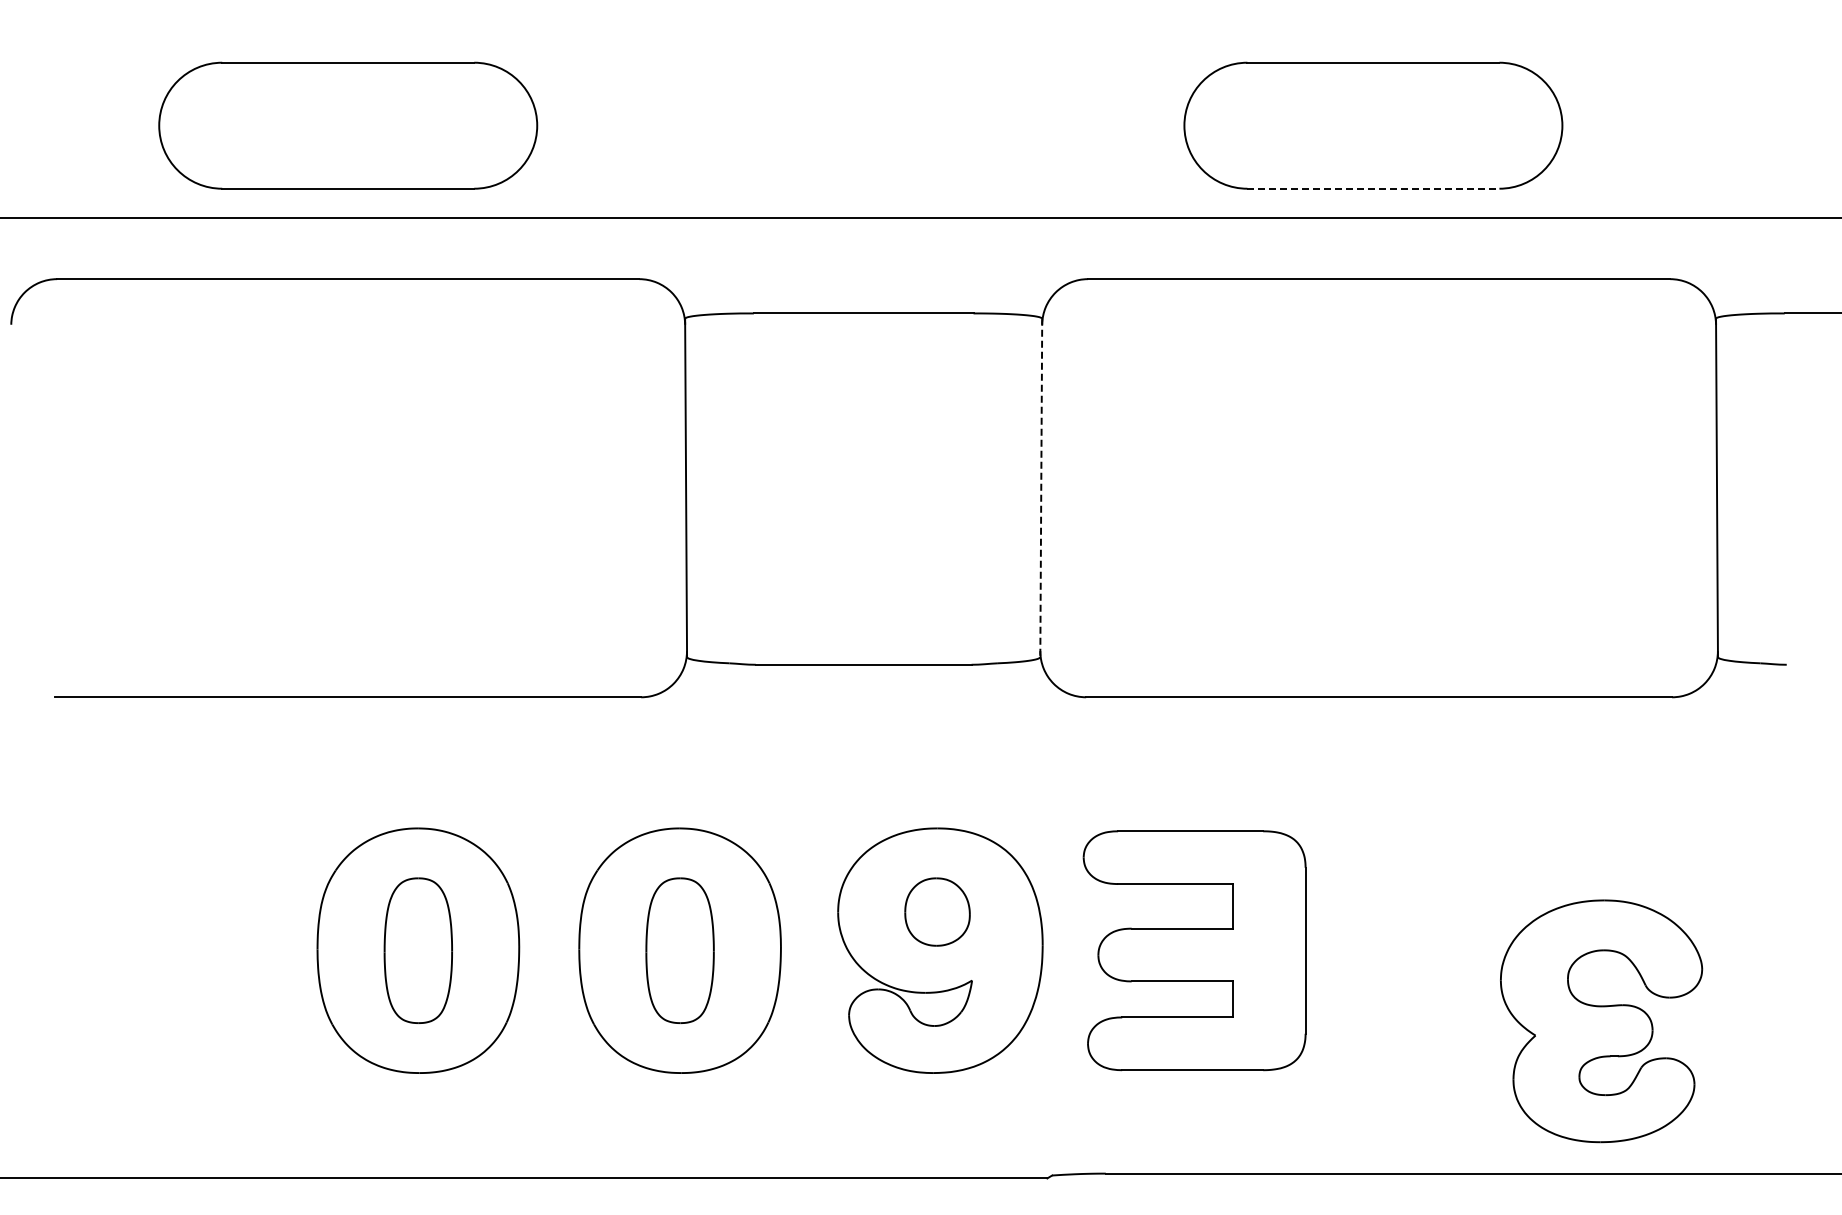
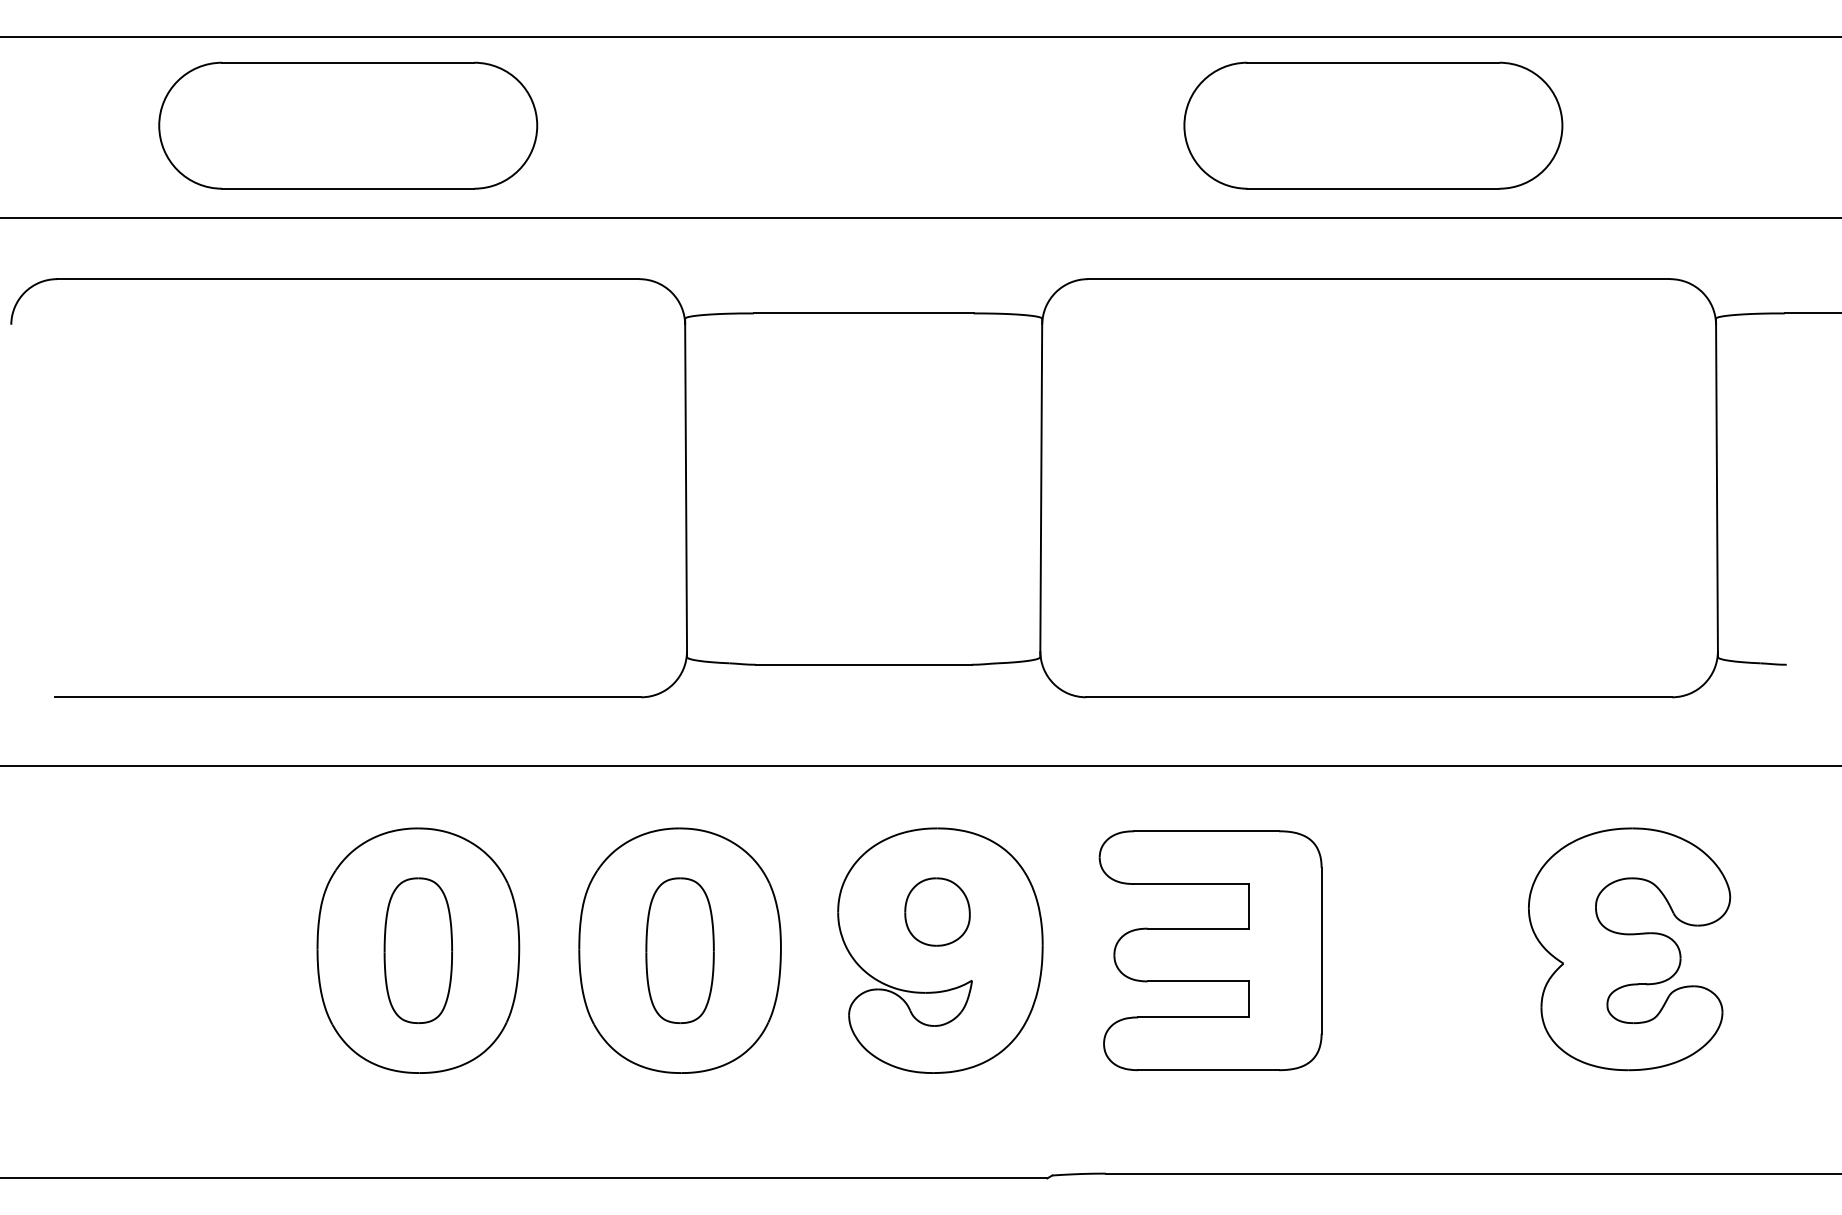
line at (920, 36): none -> present
line at (1373, 188): dashed -> solid
line at (1041, 488): dashed -> solid
line at (920, 766): none -> present
part at (1194, 950) position: (1194, 950) -> (1210, 950)
part at (1601, 1021) position: (1601, 1021) -> (1629, 949)
